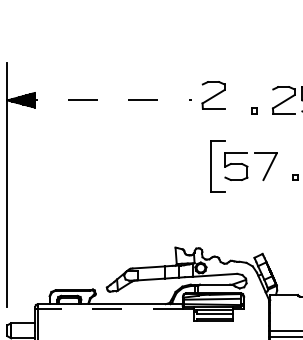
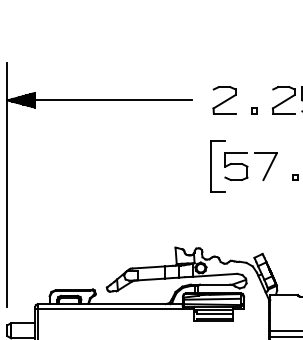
part at (213, 95) position: (213, 95) -> (224, 100)
line at (100, 100): dashed -> solid
line at (109, 308): dashed -> solid
